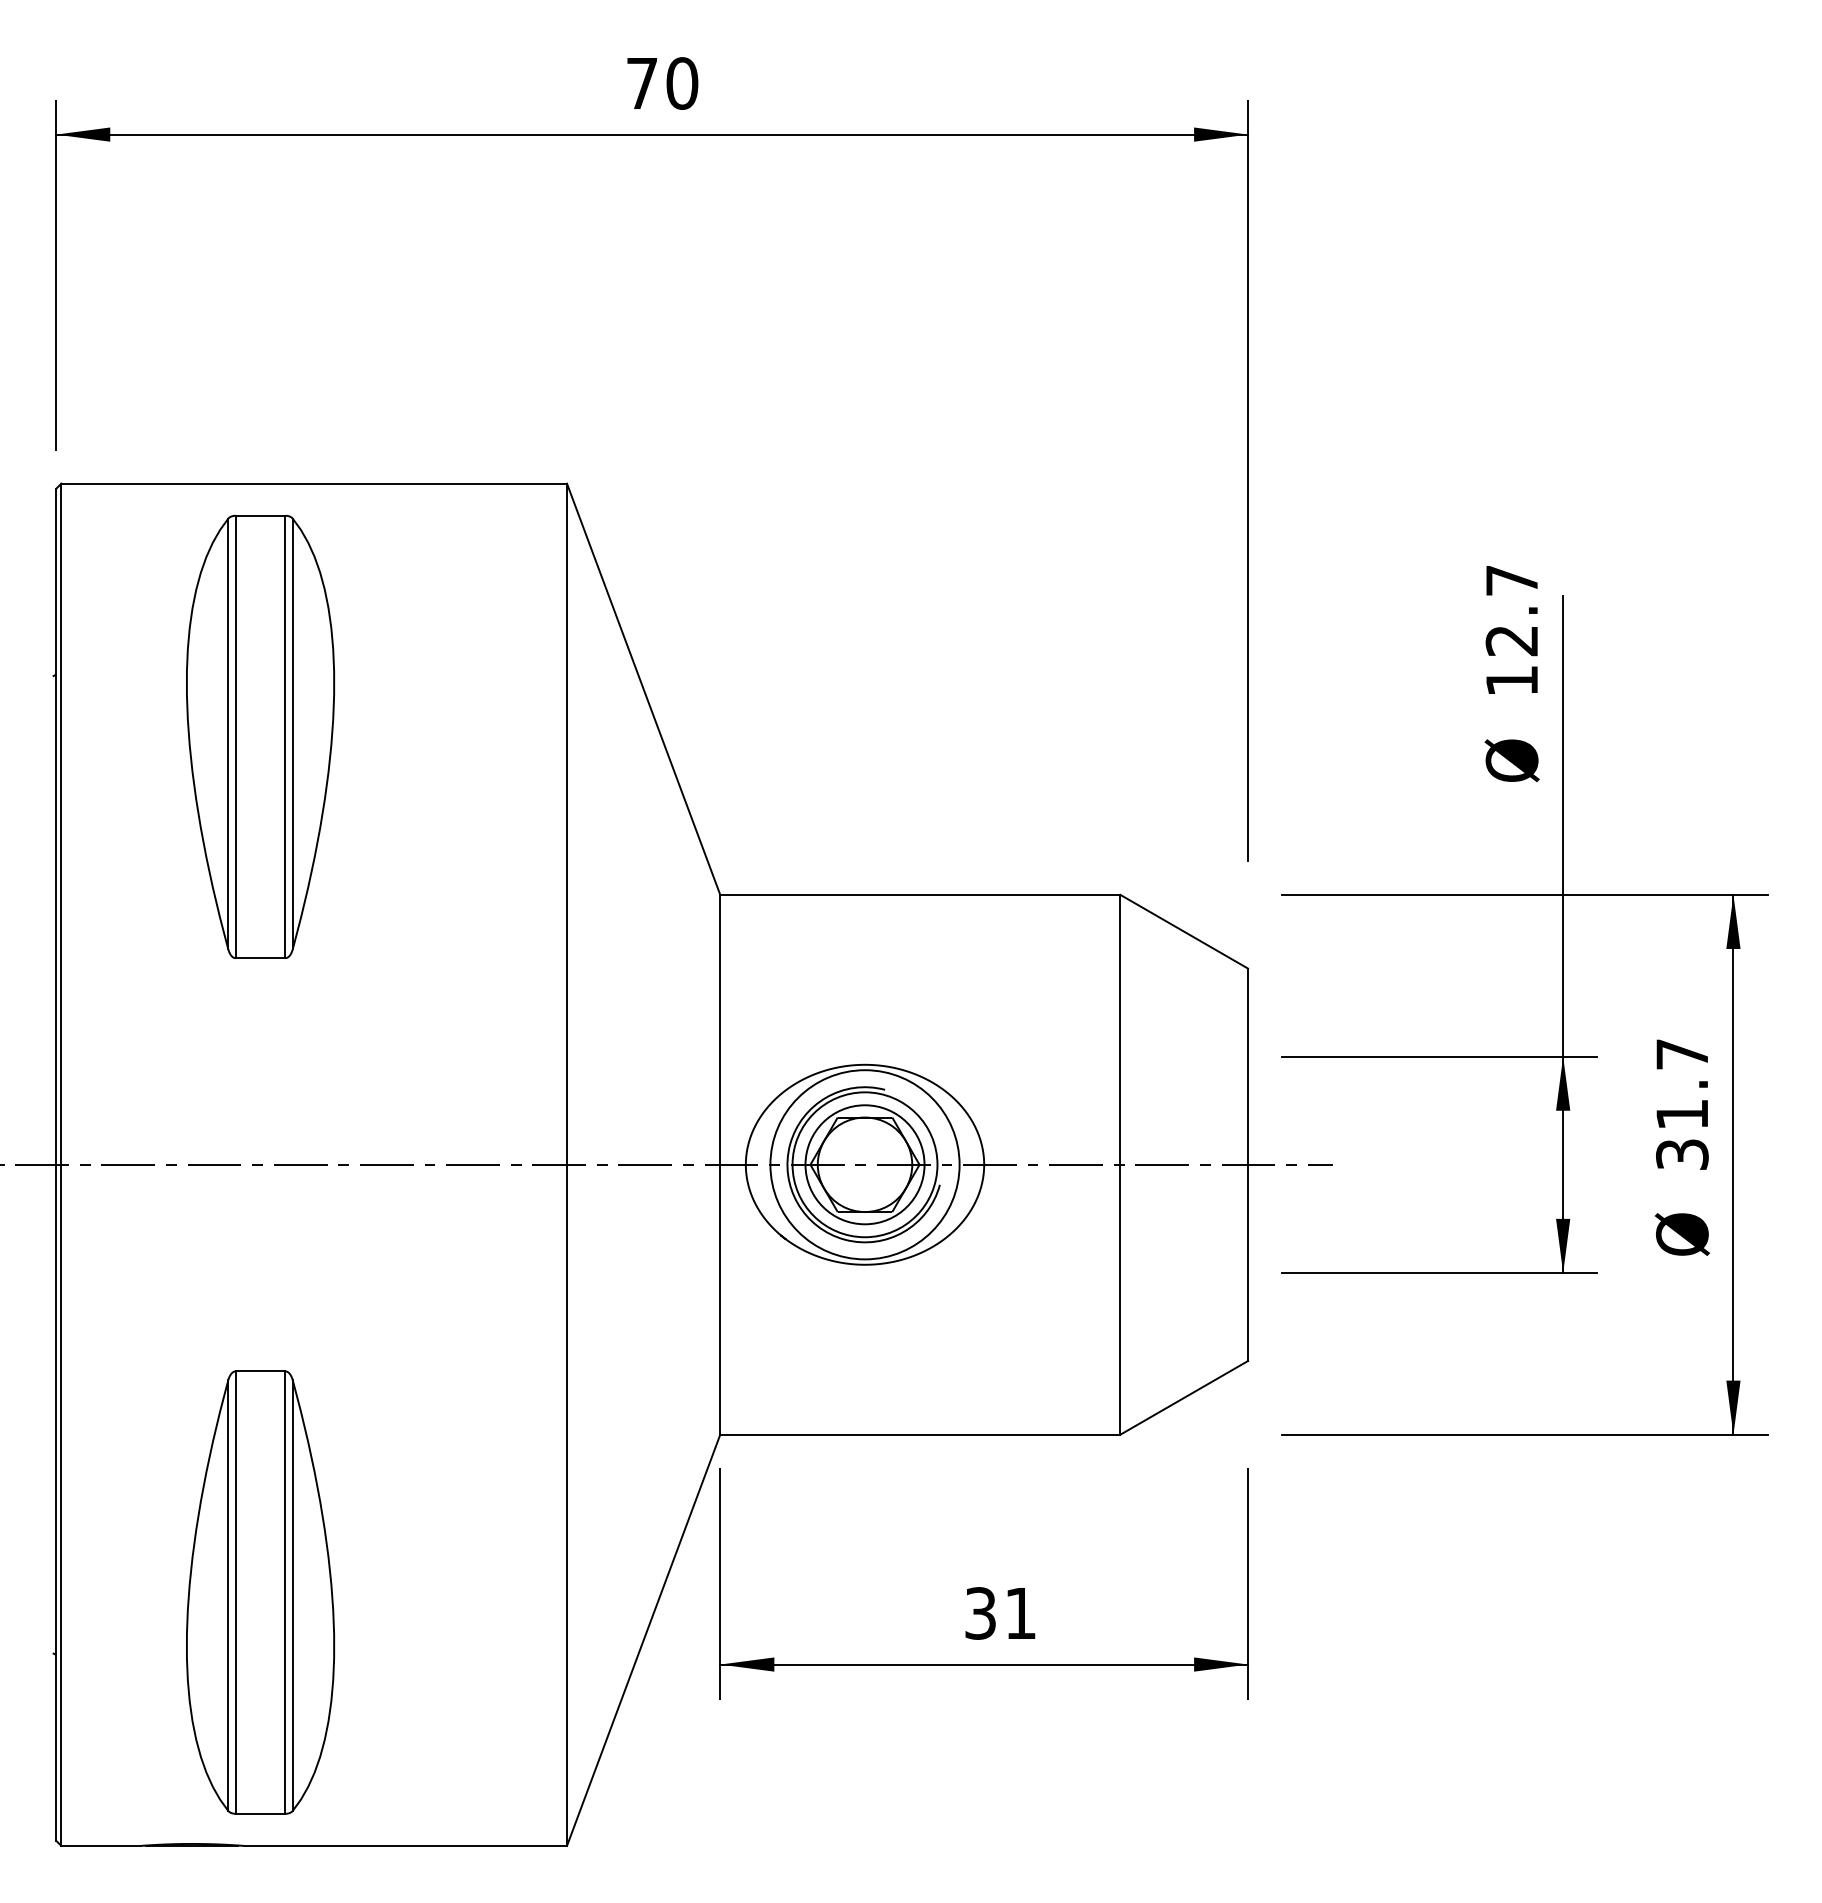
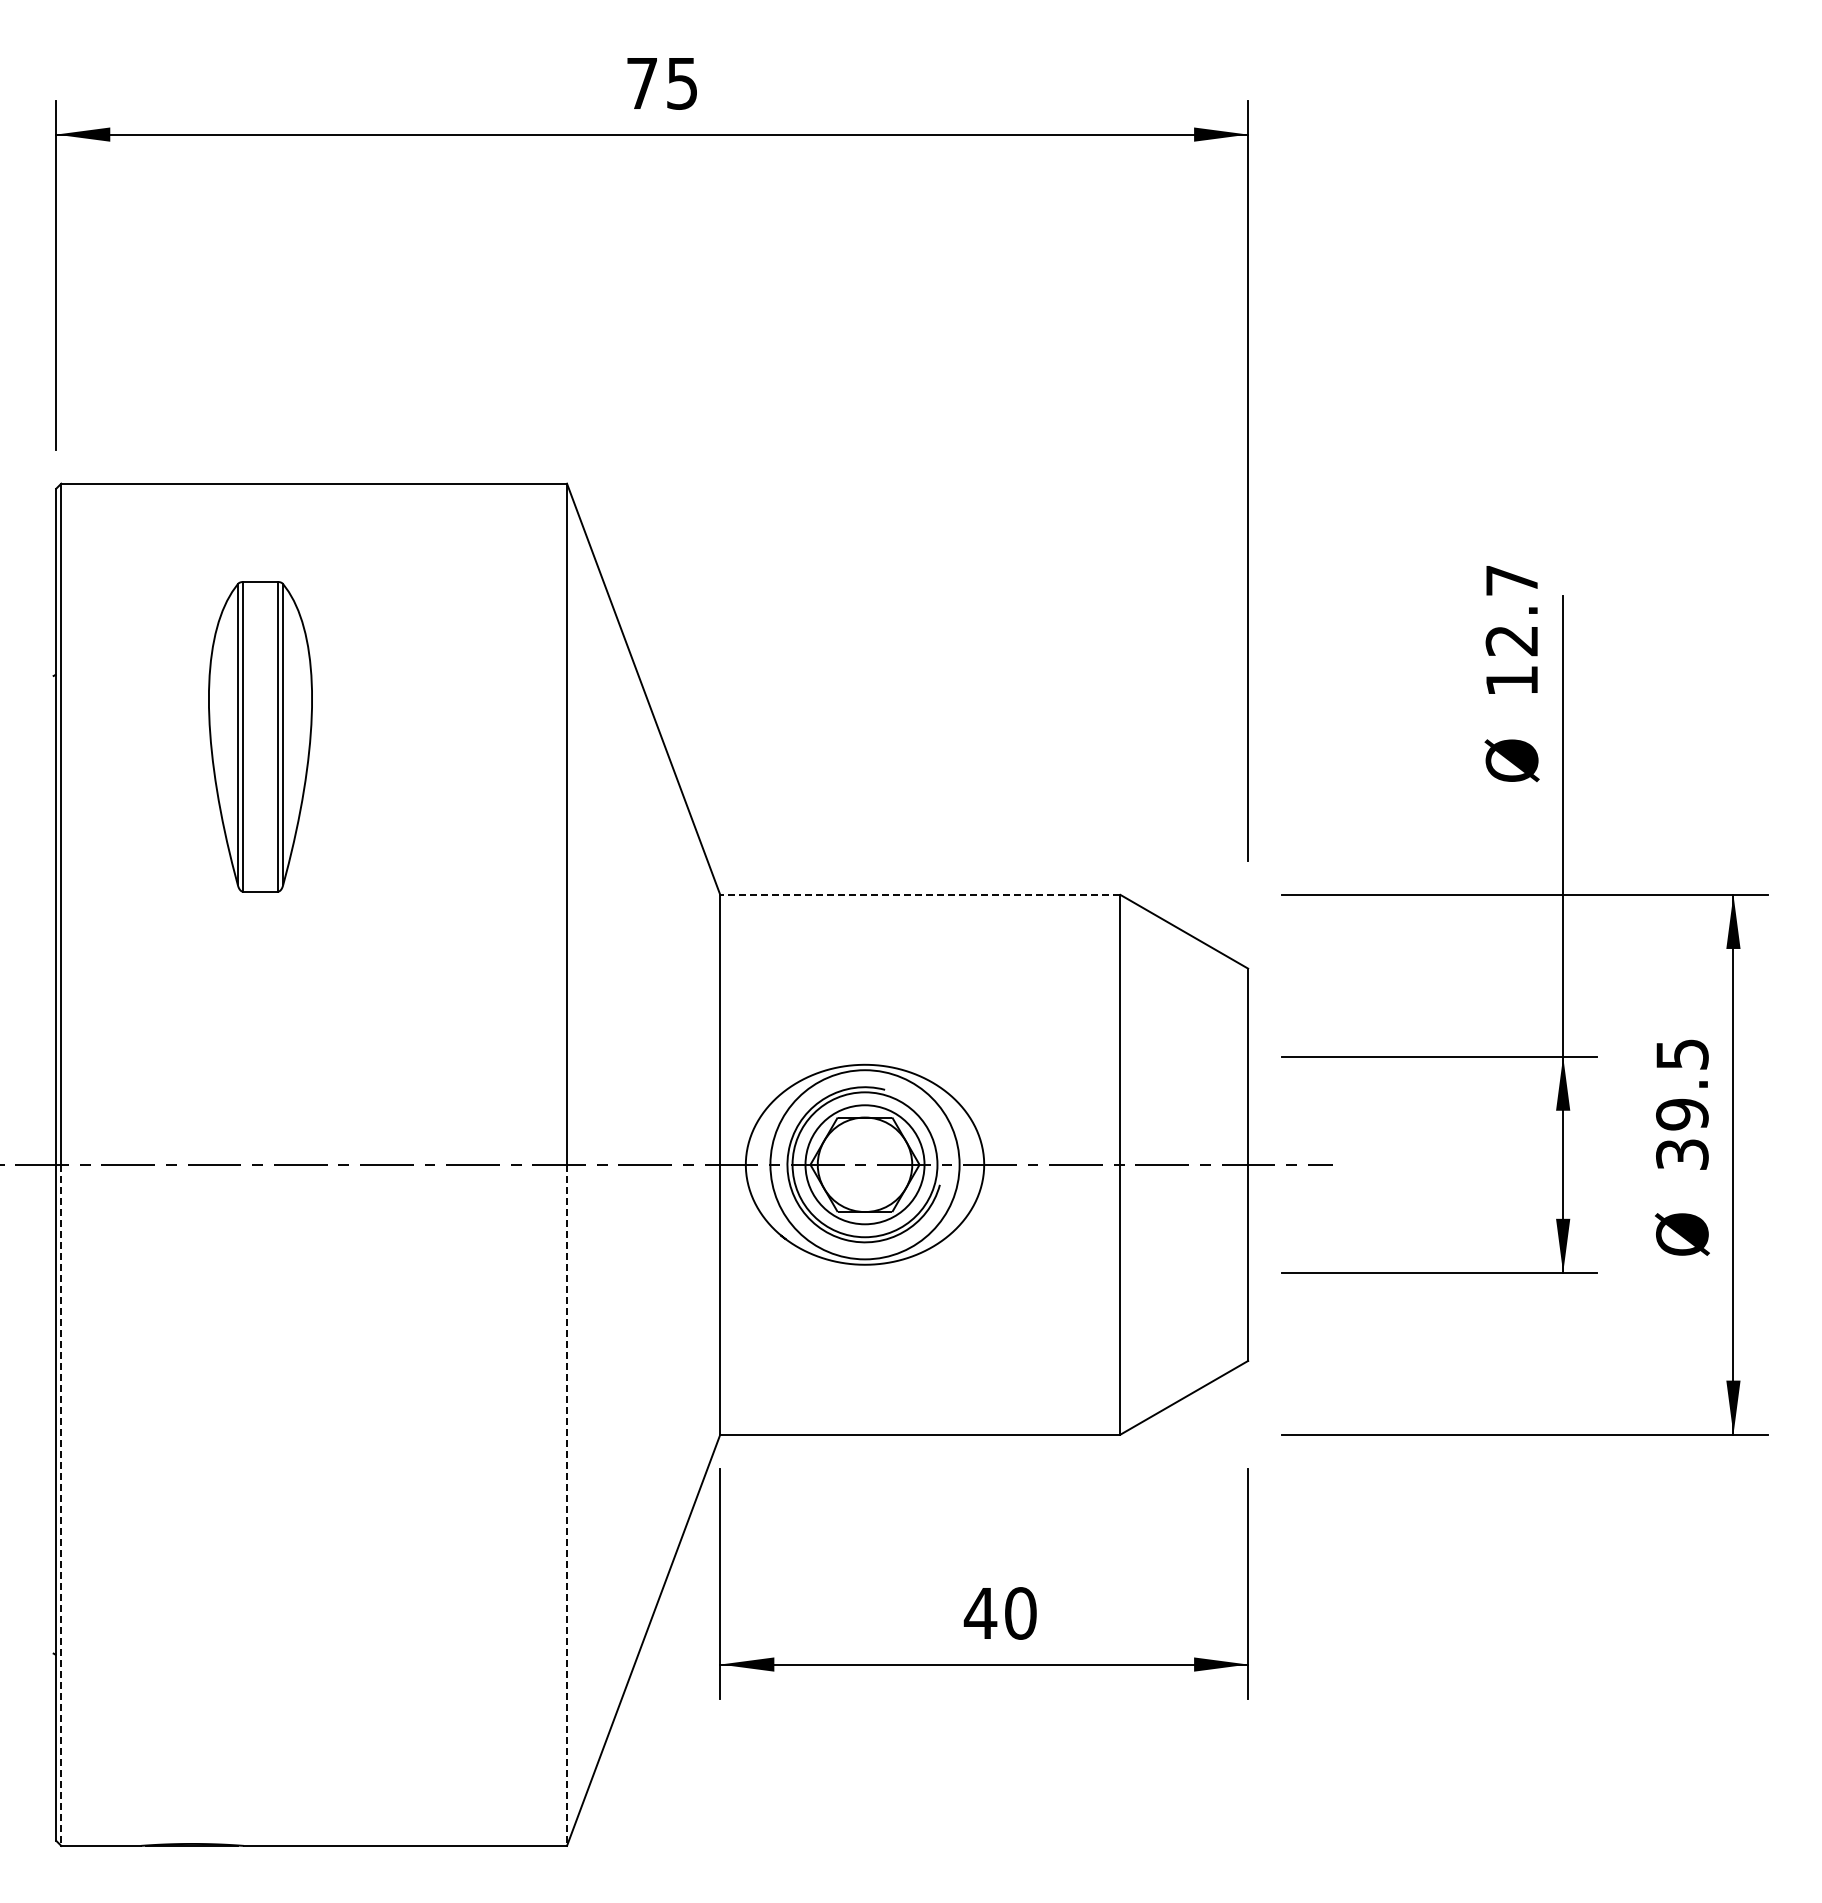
text at (682, 83): 70 -> 75
part at (260, 736) size: 149x445 px -> 105x312 px
line at (919, 894): solid -> dashed
text at (1682, 1084): 31.7 -> 39.5
line at (61, 1505): solid -> dashed
line at (567, 1505): solid -> dashed
part at (260, 1592): present -> none
text at (999, 1613): 31 -> 40
